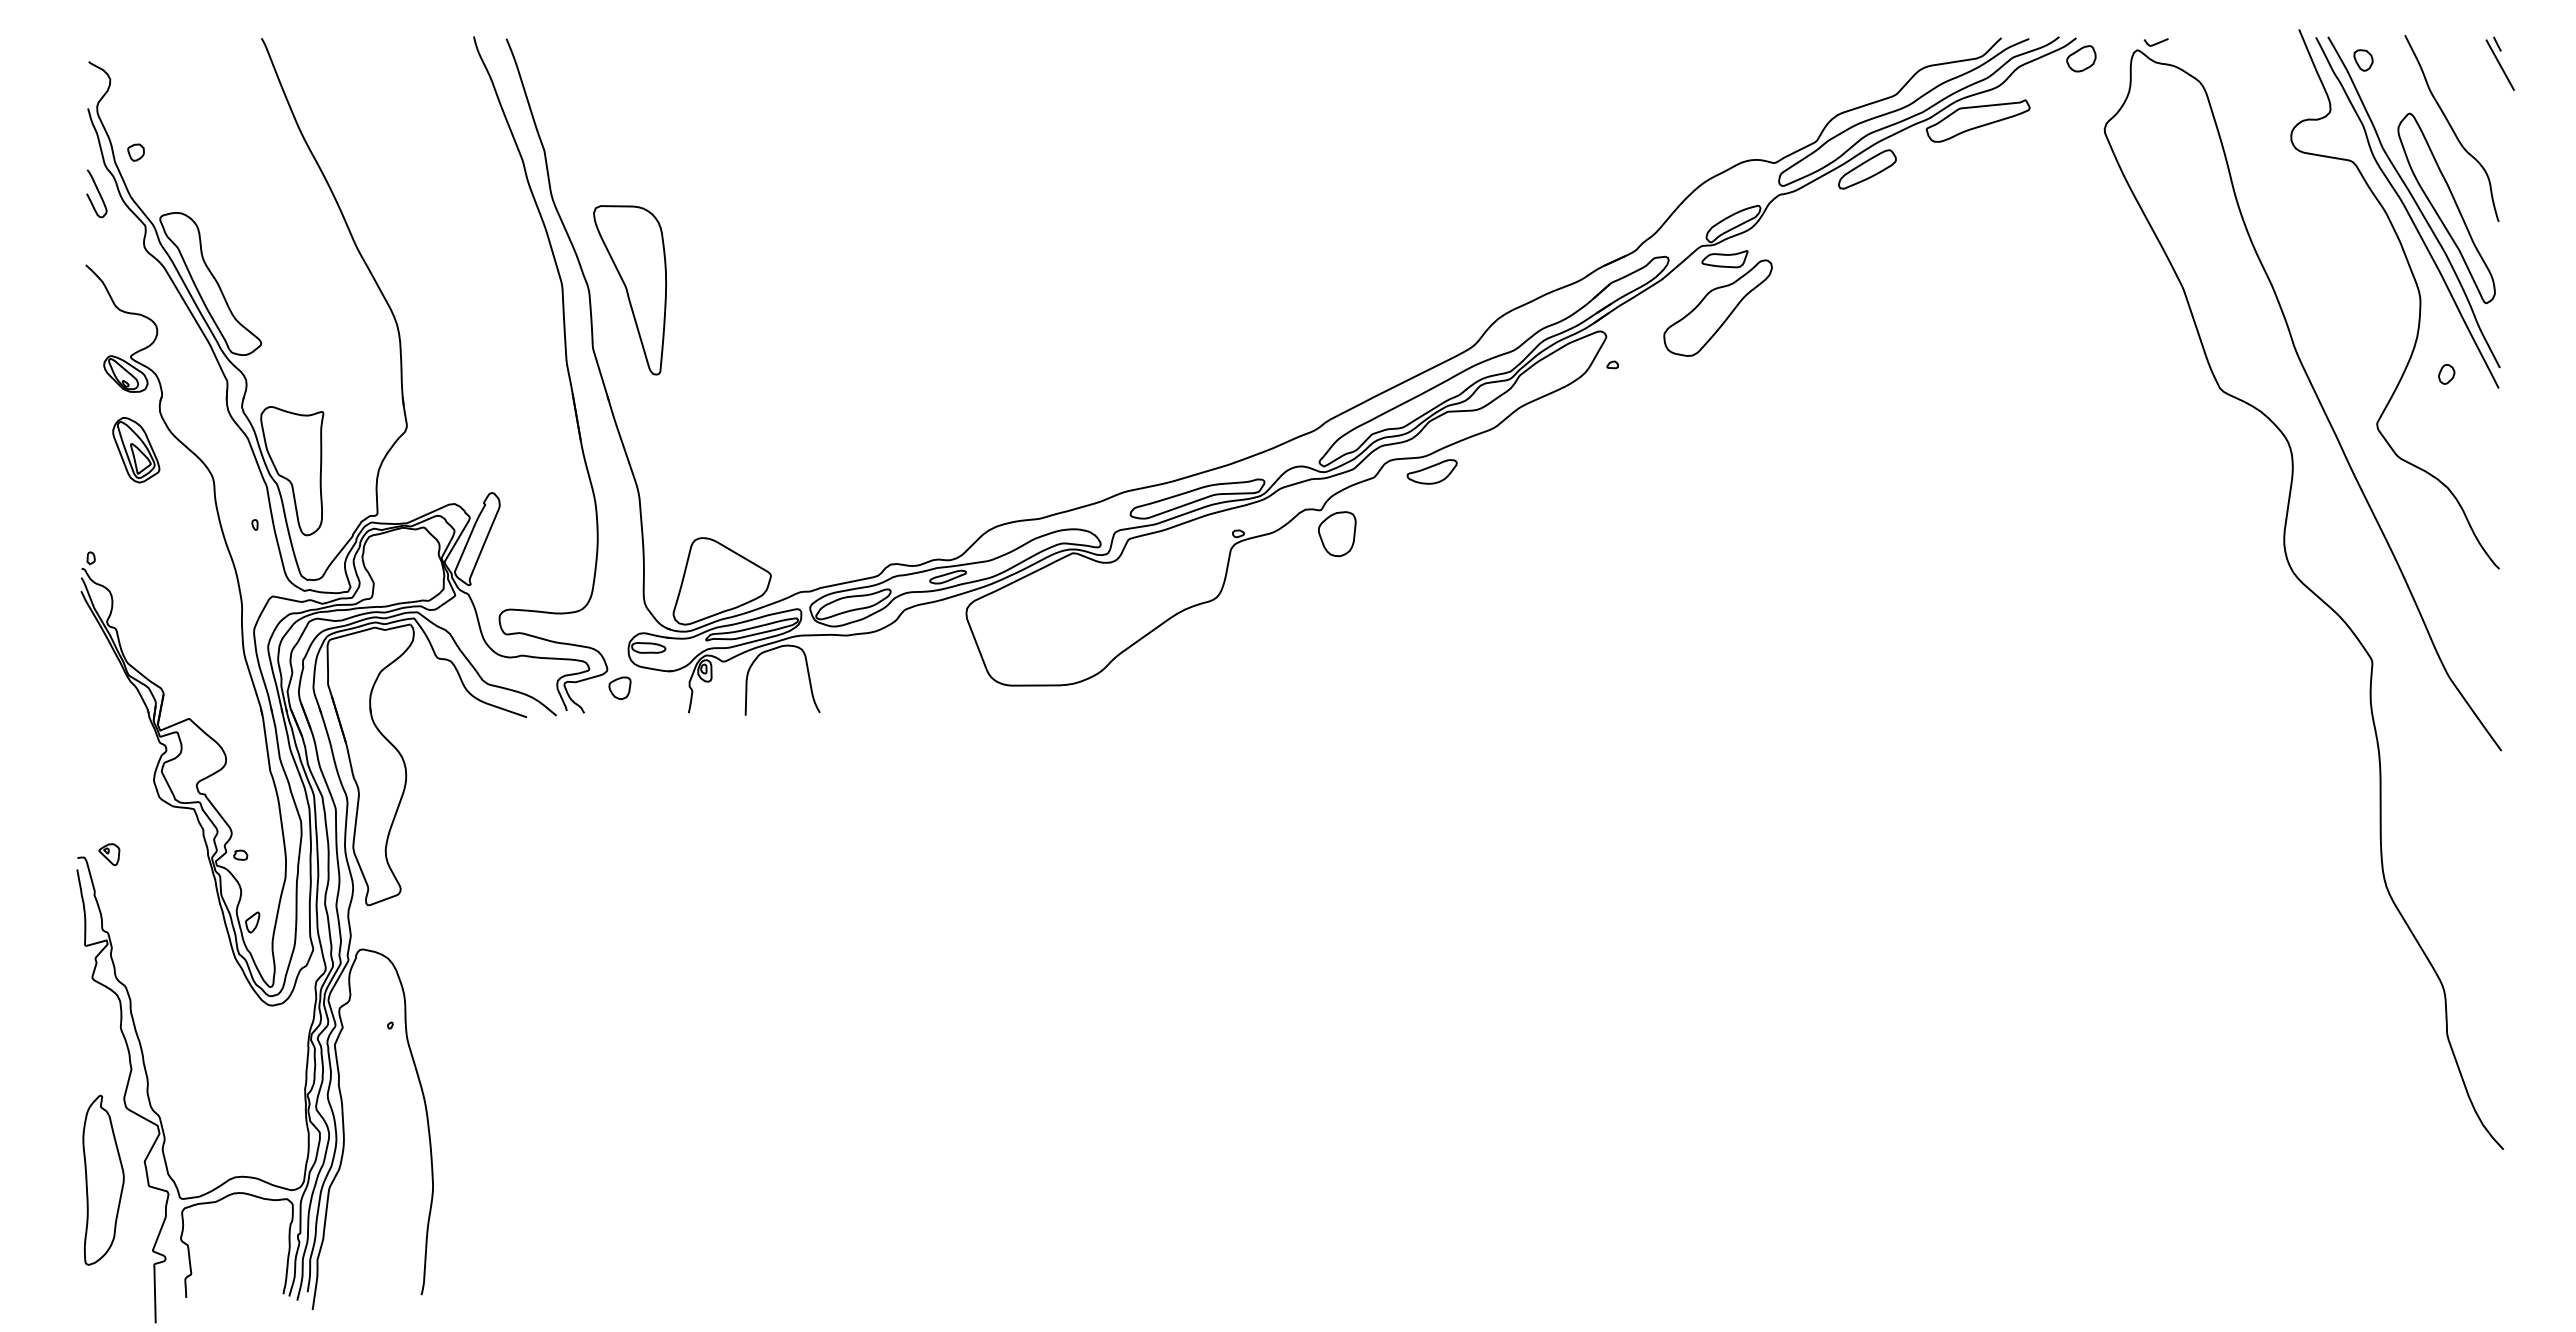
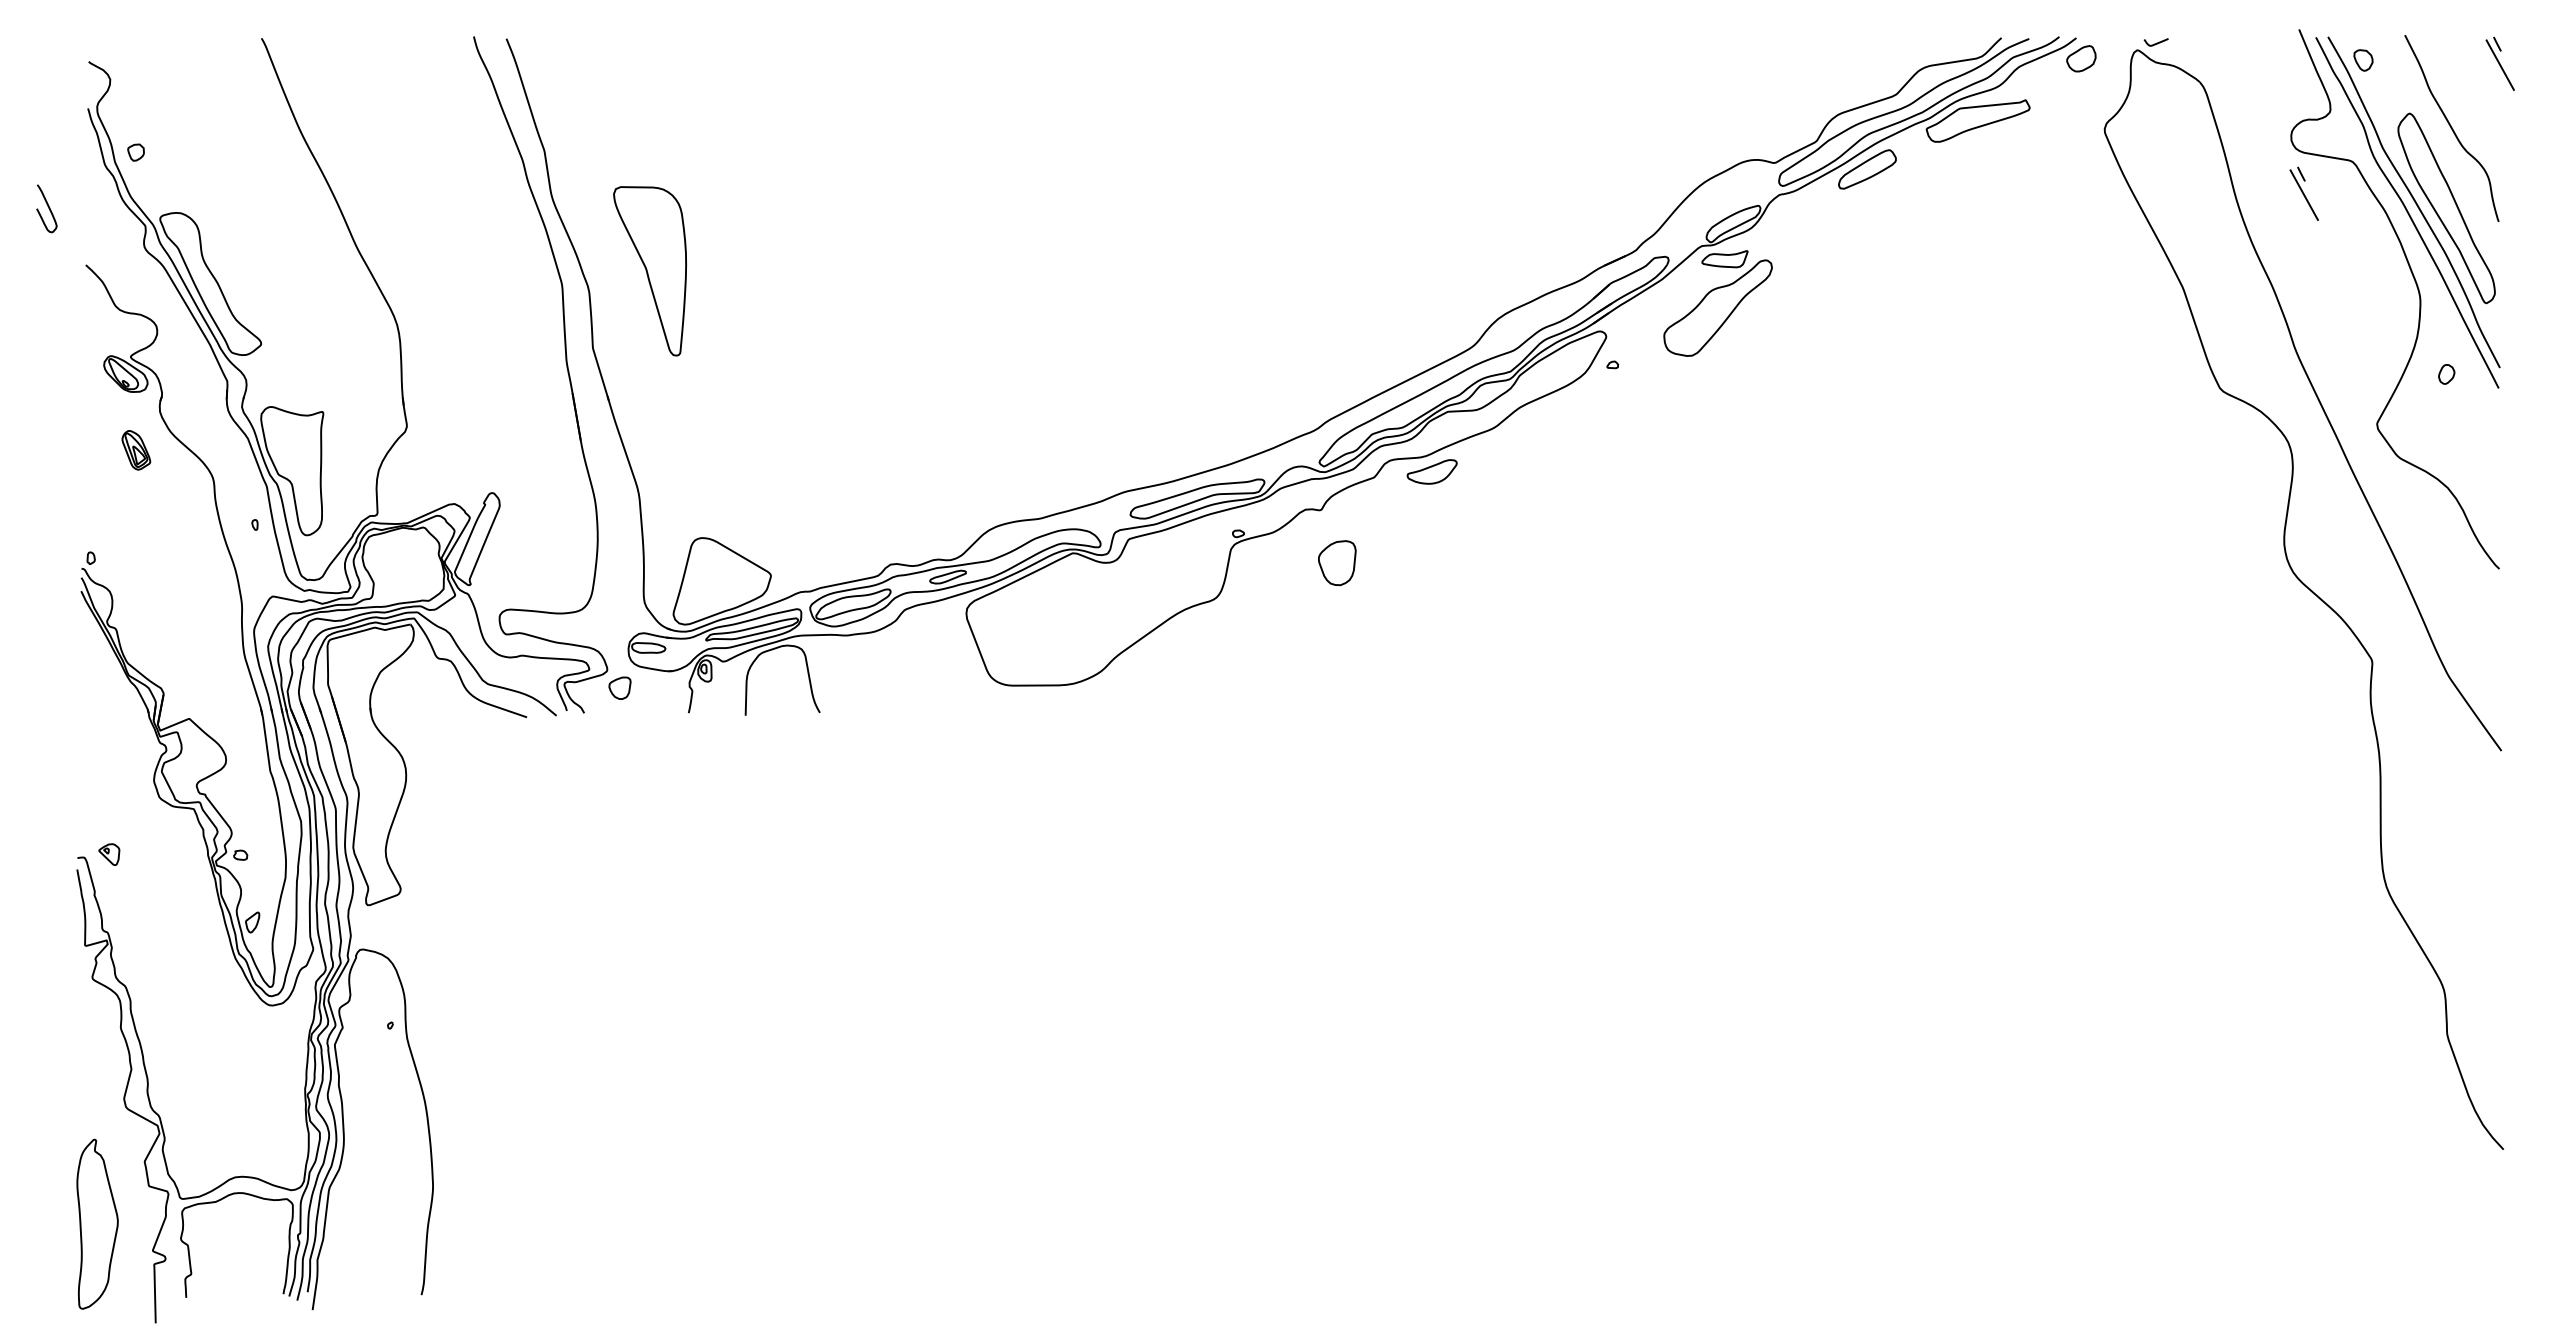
curve at (98, 193) position: (98, 193) -> (48, 208)
part at (2303, 193): none -> present
part at (629, 290) position: (629, 290) -> (649, 271)
part at (136, 450) size: 49x67 px -> 31x41 px
part at (1337, 534) position: (1337, 534) -> (1337, 563)
part at (103, 1179) position: (103, 1179) -> (97, 1223)
